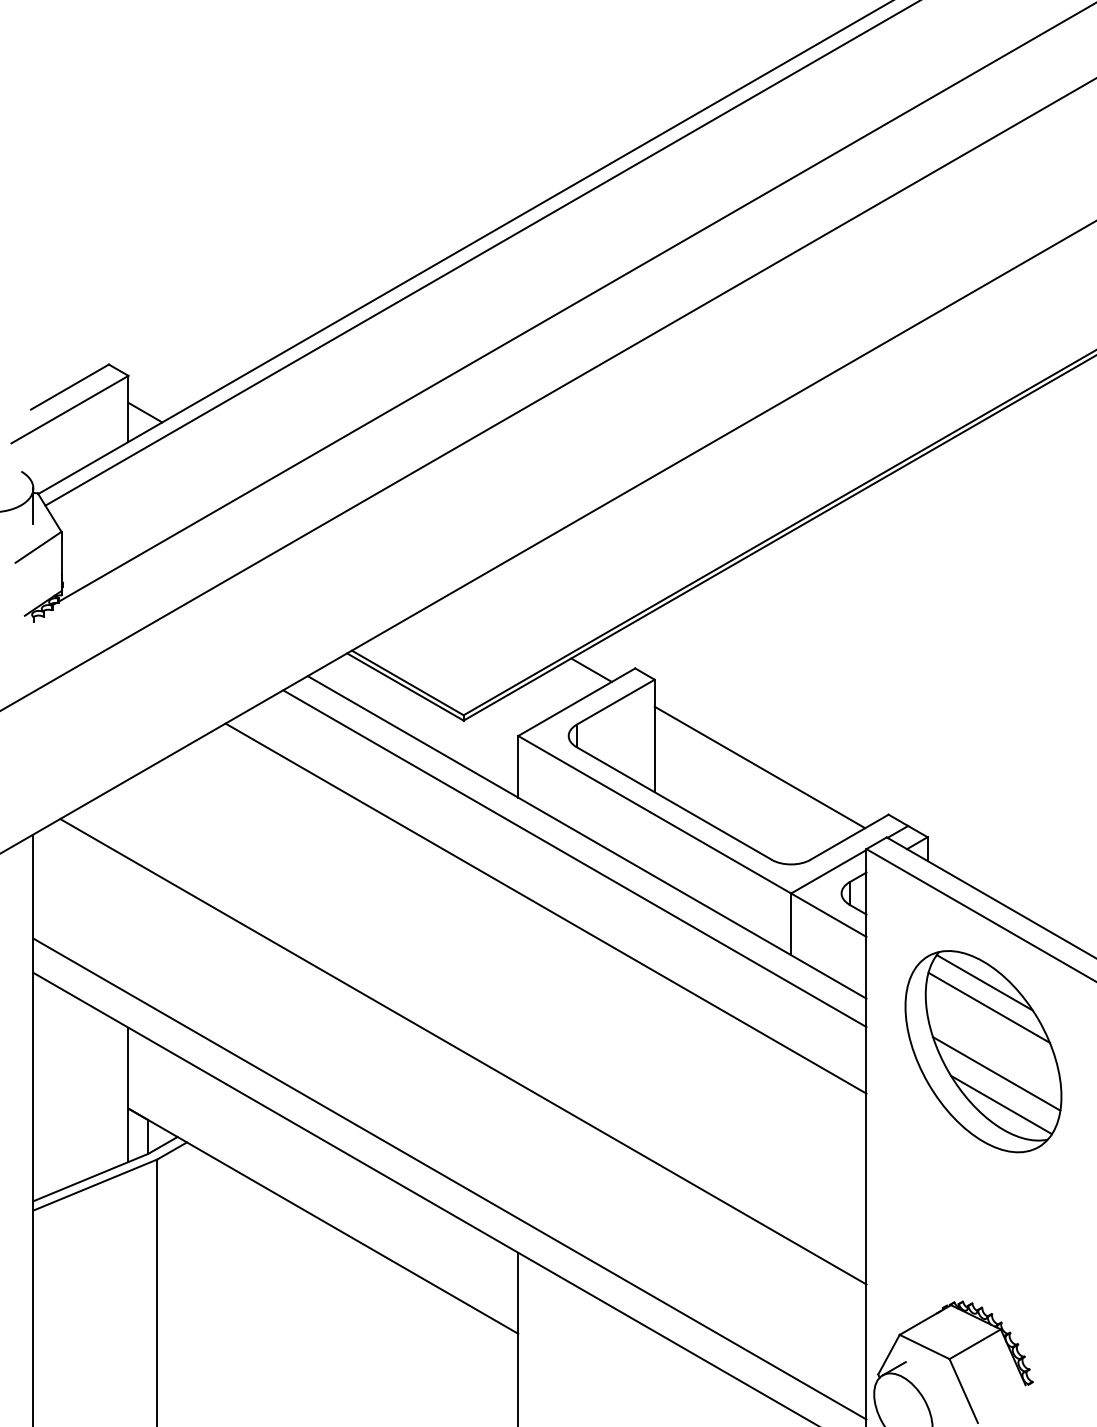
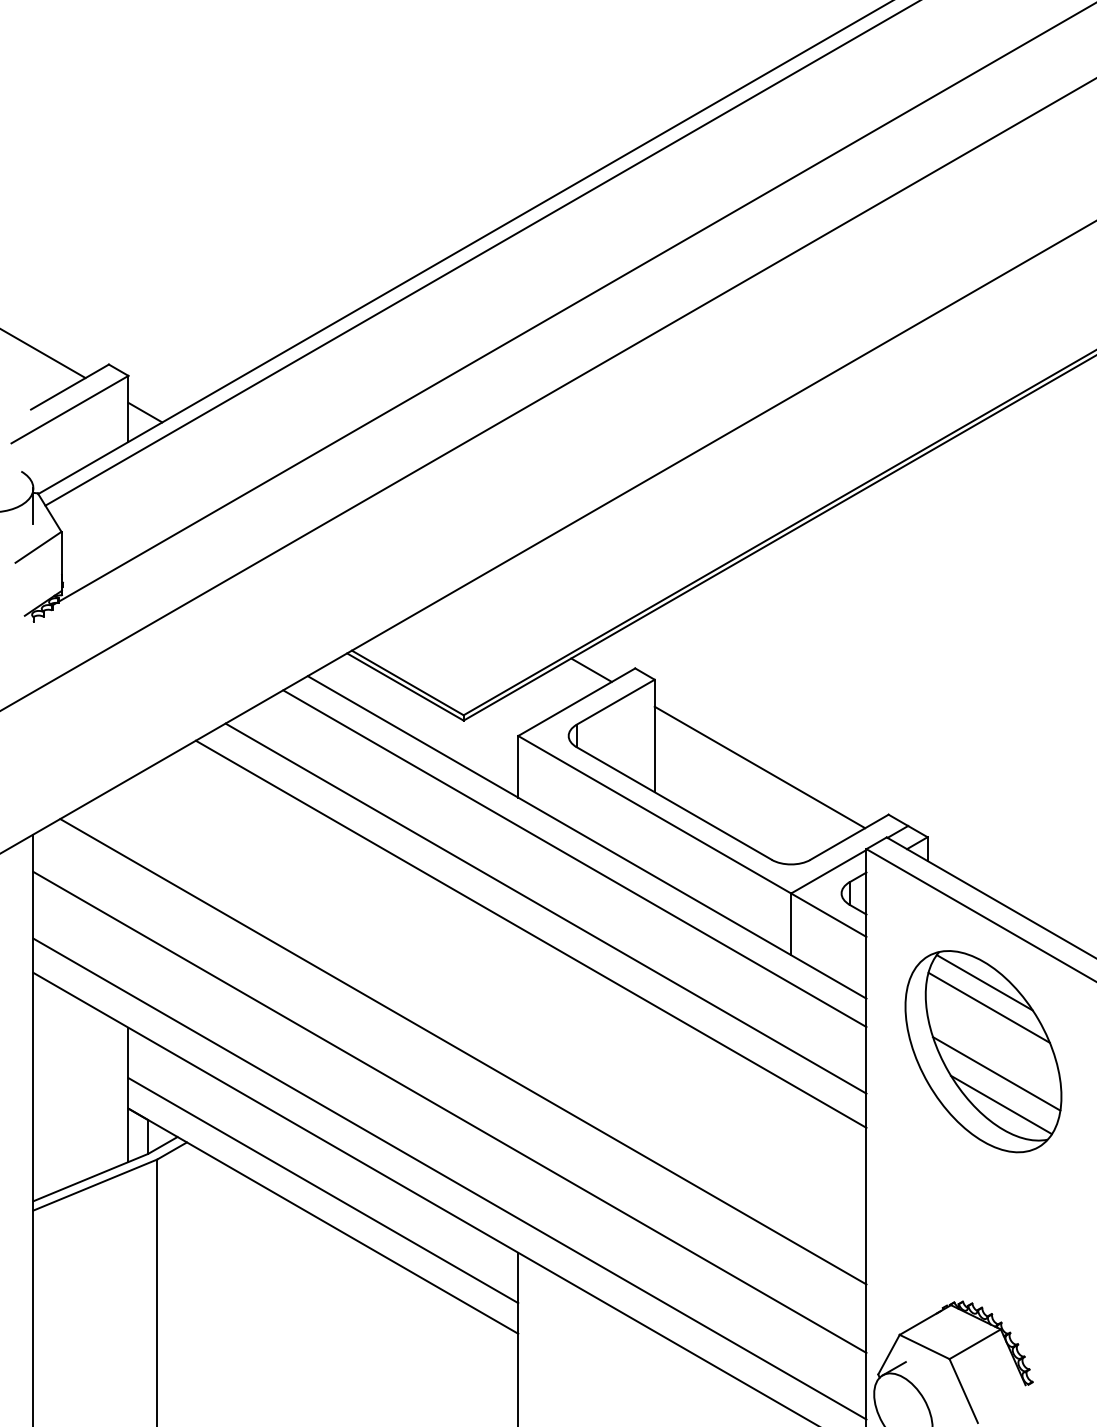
line at (43, 354): none -> present
line at (530, 933): none -> present
line at (449, 1111): none -> present
line at (323, 1190): none -> present
